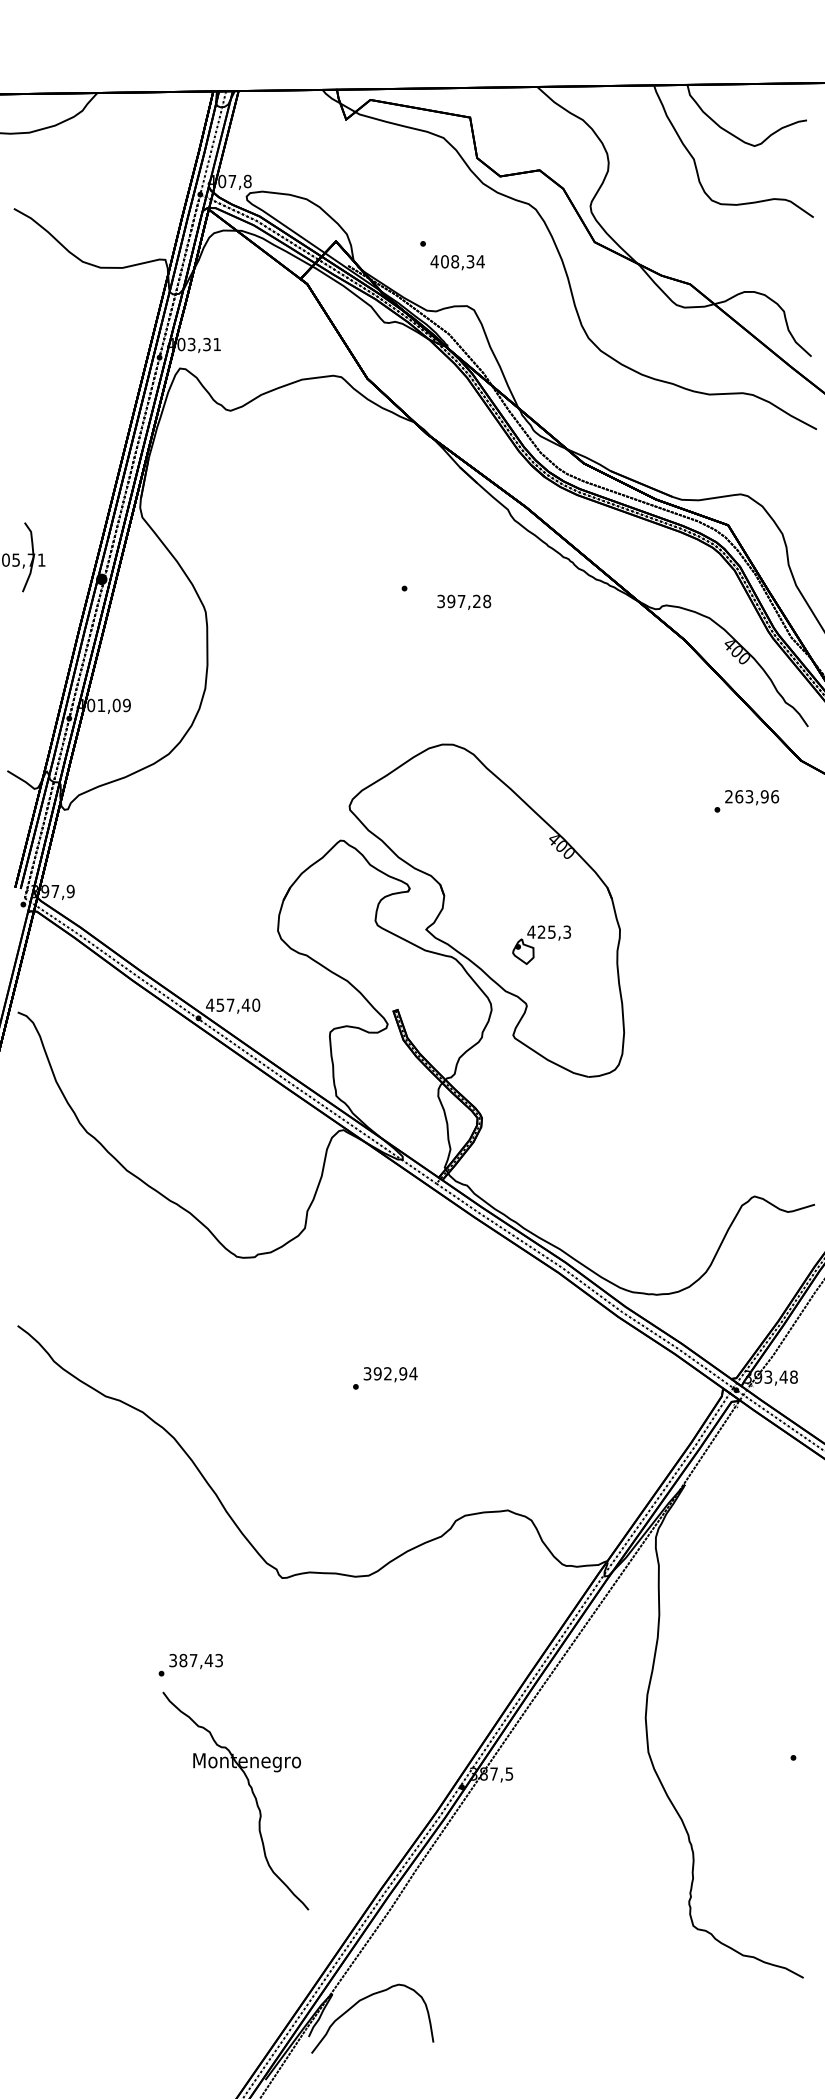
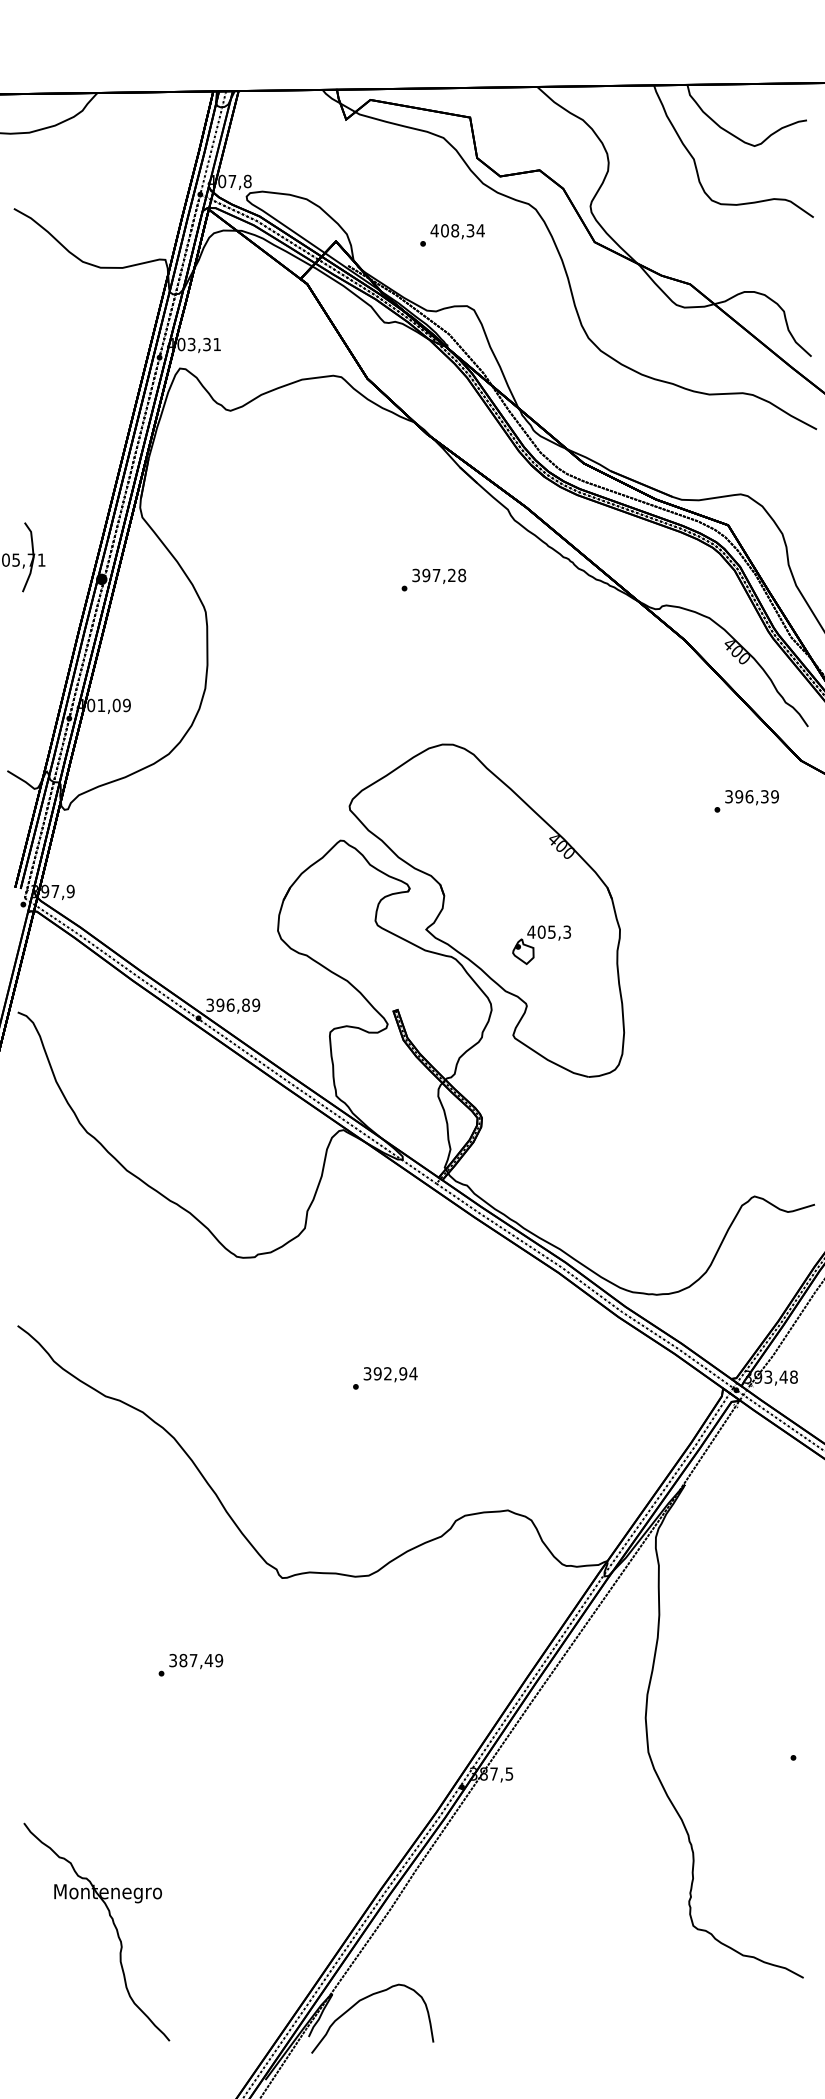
text at (457, 262) position: (457, 262) -> (457, 231)
text at (464, 601) position: (464, 601) -> (439, 575)
text at (752, 796): 263,96 -> 396,39
text at (541, 931): 425,3 -> 405,3
text at (232, 1004): 457,40 -> 396,89
text at (219, 1660): 387,43 -> 387,49
part at (251, 1792) position: (251, 1792) -> (112, 1923)
